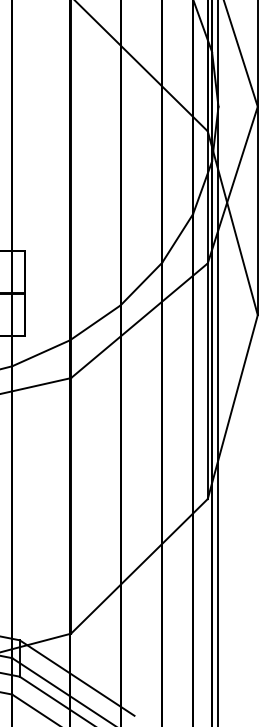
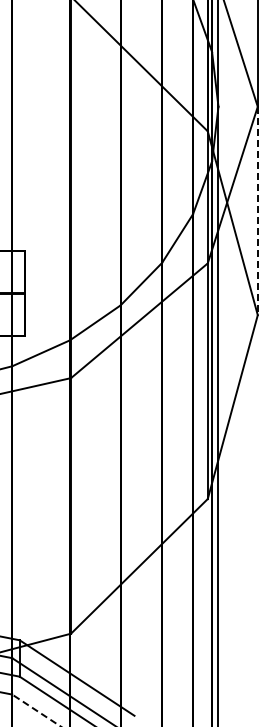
line at (257, 211): solid -> dashed
line at (36, 710): solid -> dashed
